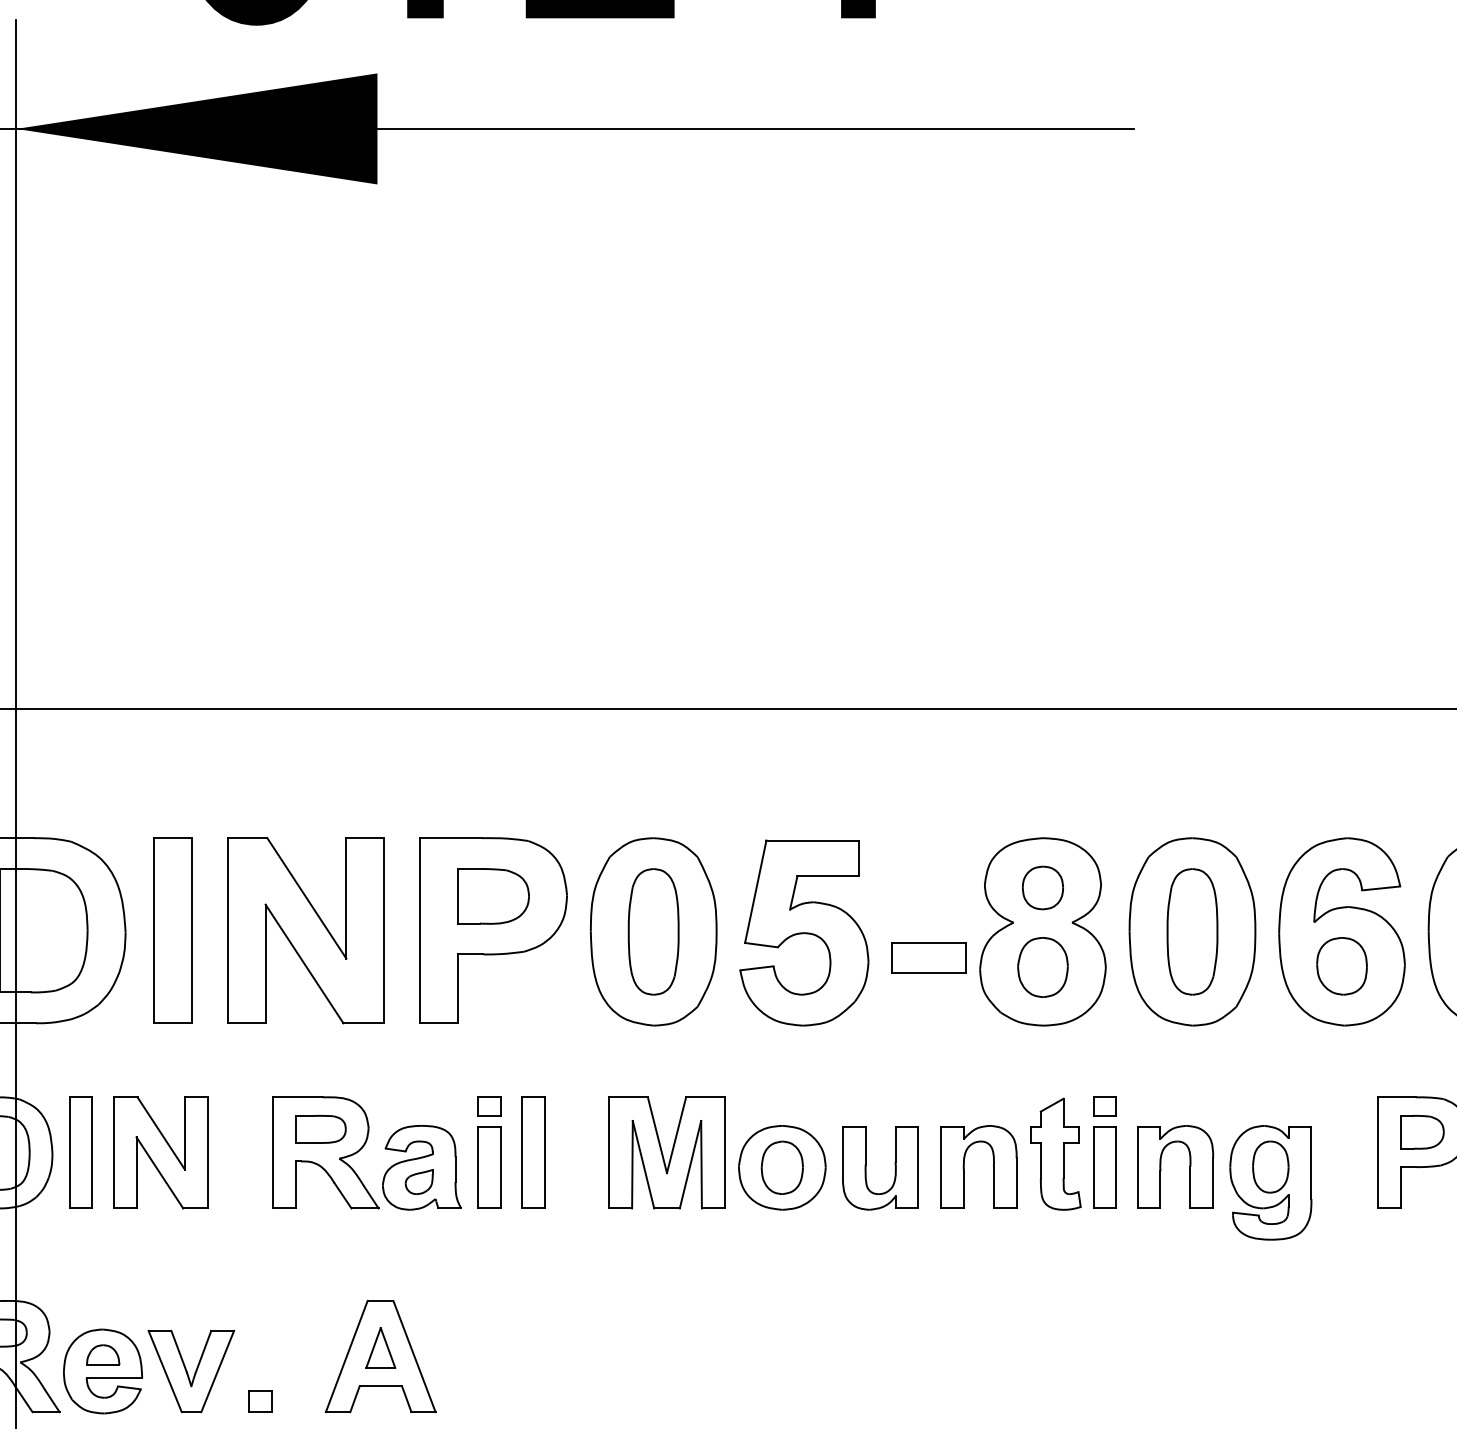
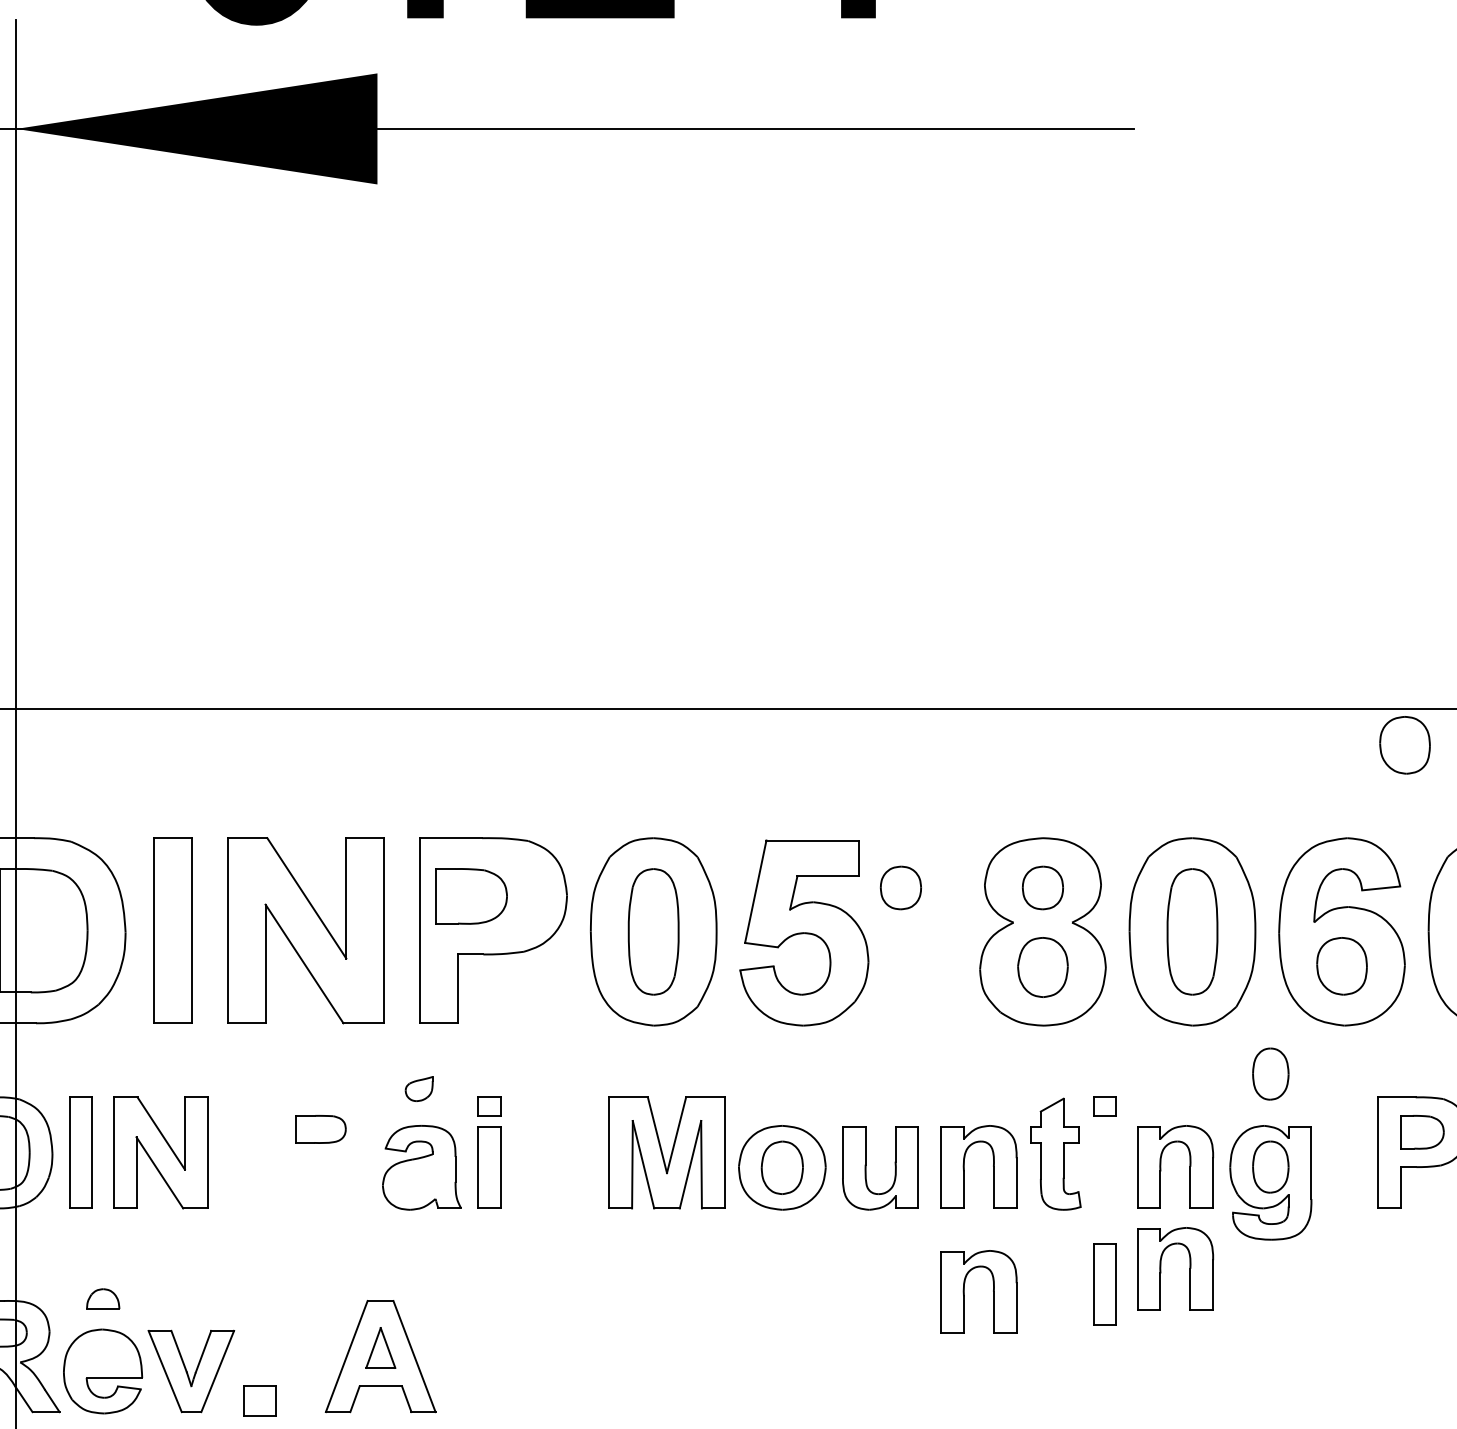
part at (1404, 745): none -> present
part at (900, 887): none -> present
part at (493, 896) position: (493, 896) -> (471, 896)
part at (928, 957): present -> none
part at (1270, 1073): none -> present
part at (325, 1152): present -> none
part at (533, 1152): present -> none
part at (1104, 1167) position: (1104, 1167) -> (1104, 1284)
part at (418, 1181) position: (418, 1181) -> (418, 1088)
part at (1161, 1268): none -> present
part at (964, 1291): none -> present
part at (103, 1354) position: (103, 1354) -> (103, 1298)
part at (260, 1401) size: 25x23 px -> 34x32 px
